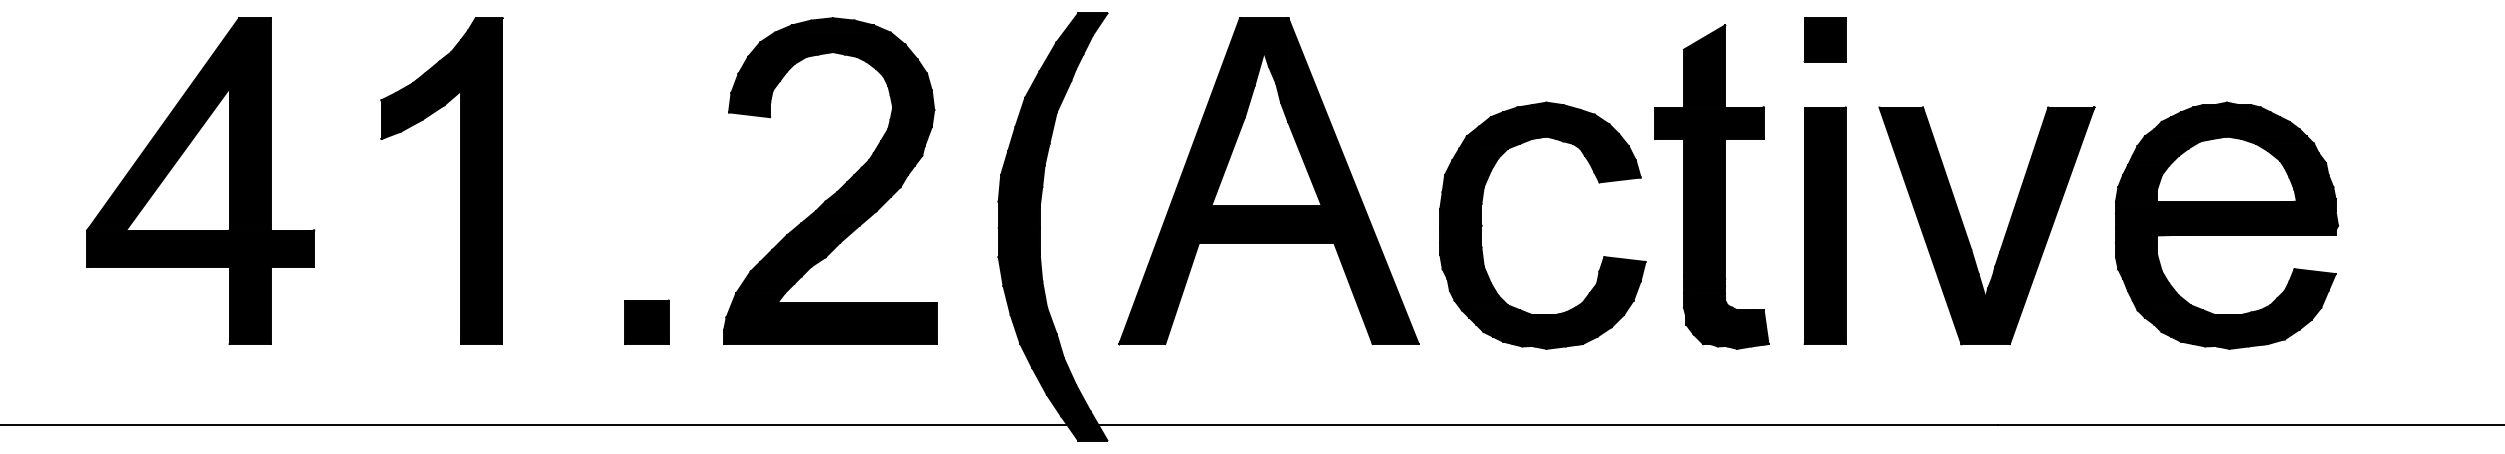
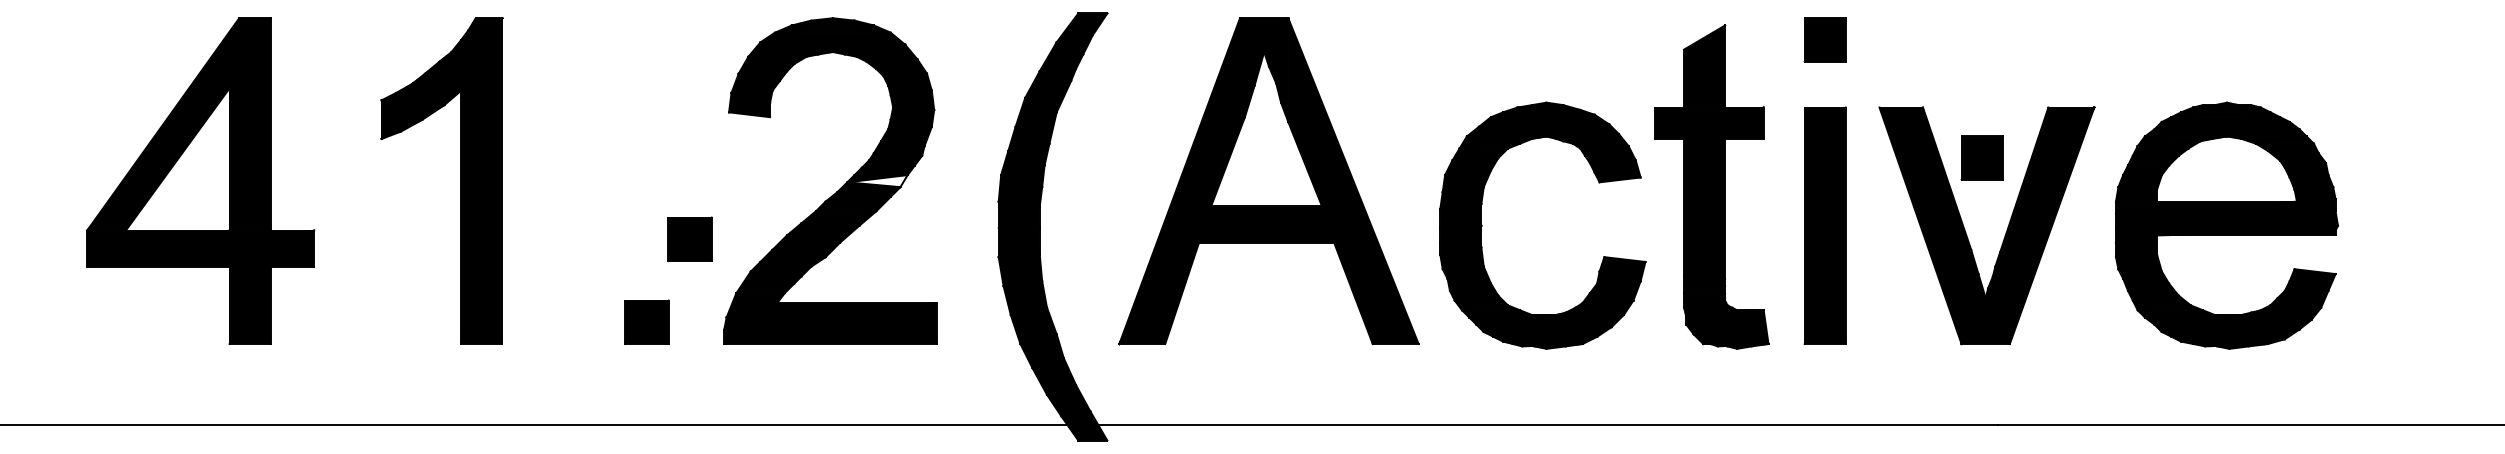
part at (1981, 157): none -> present
fill at (877, 181): present -> none
part at (689, 239): none -> present
